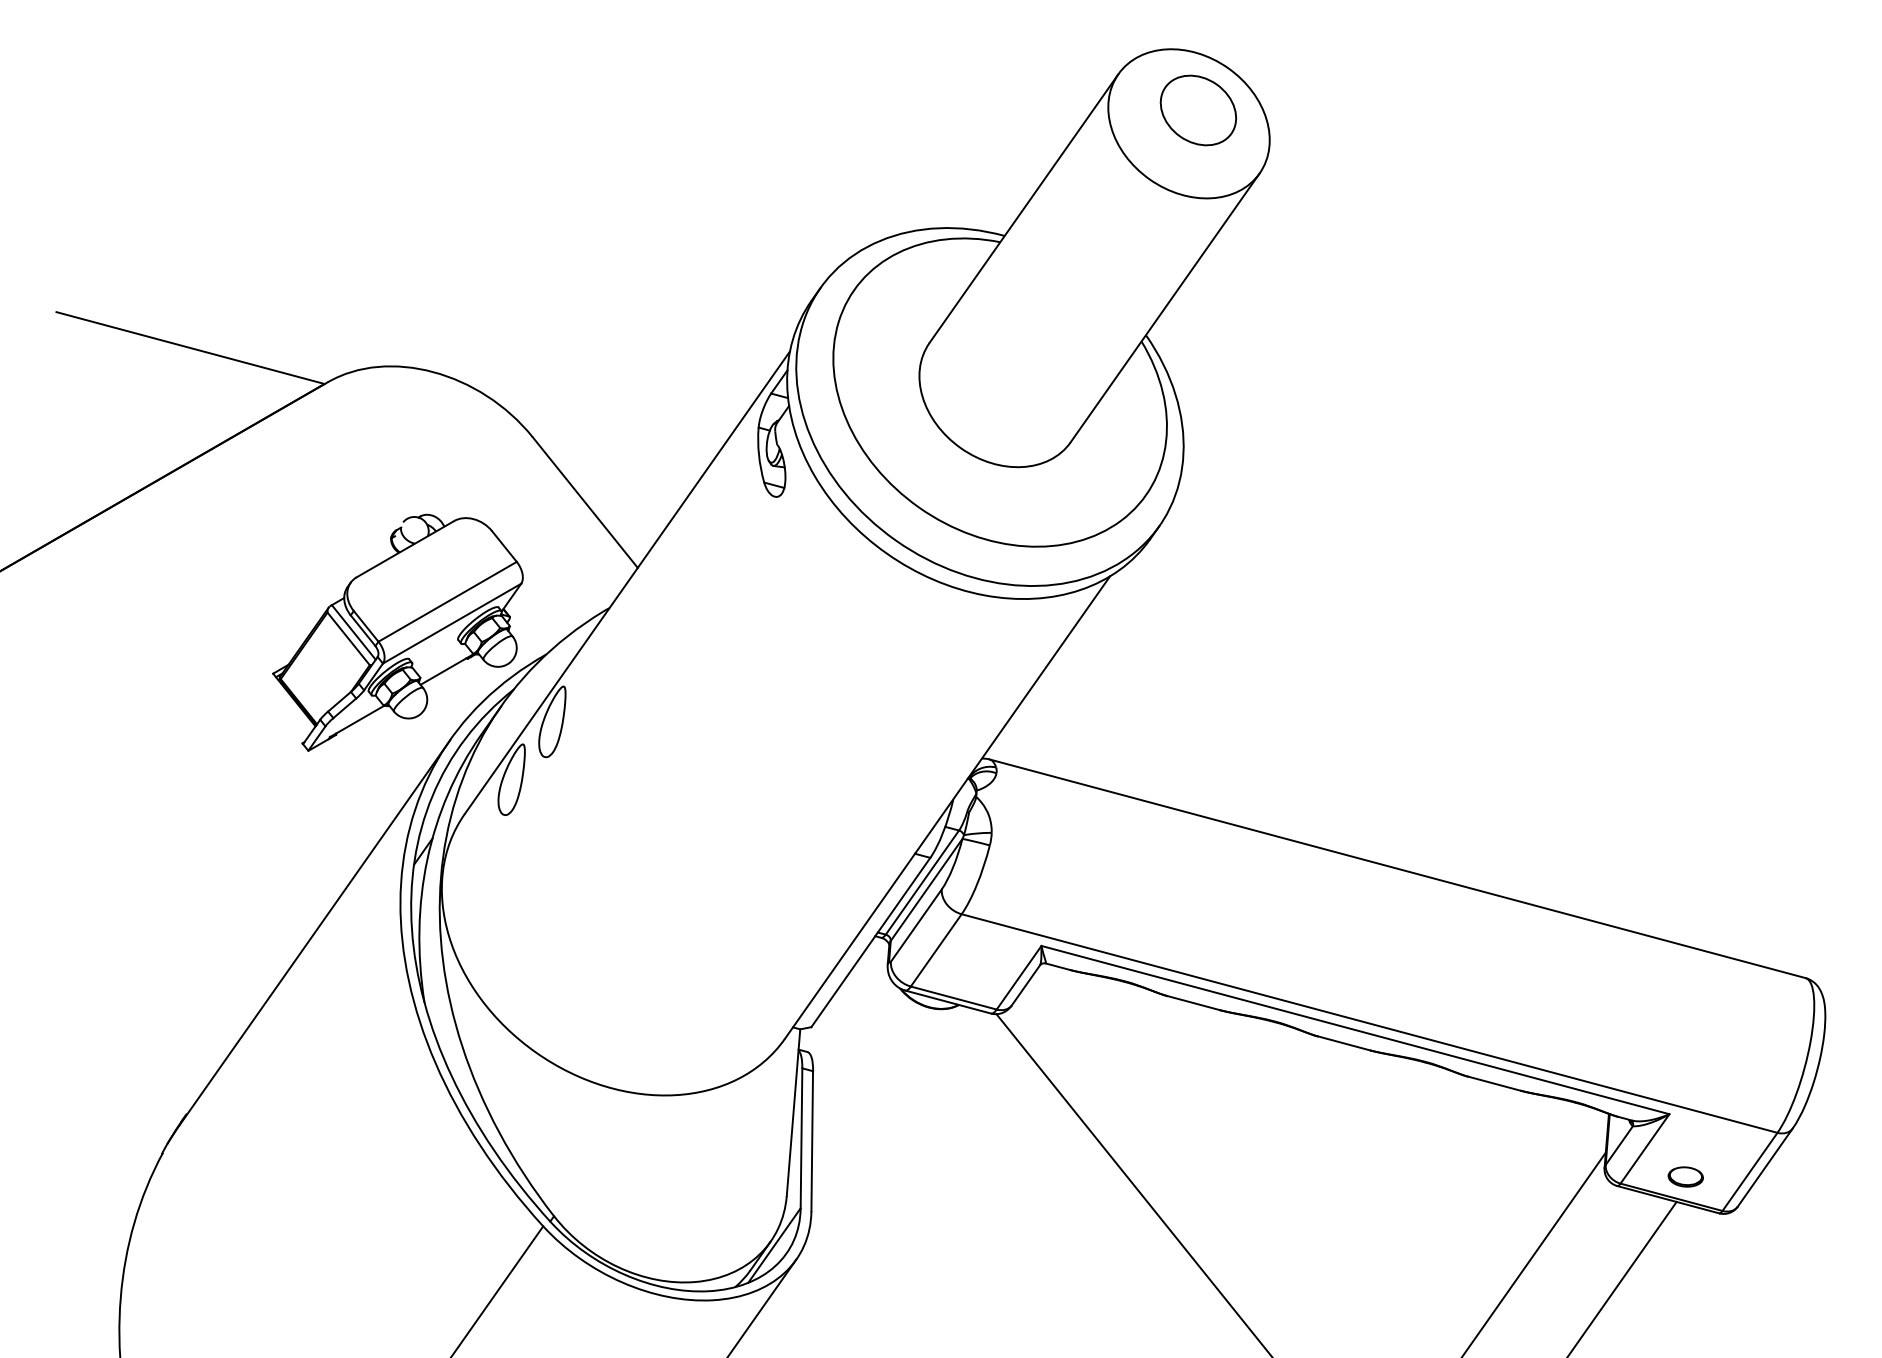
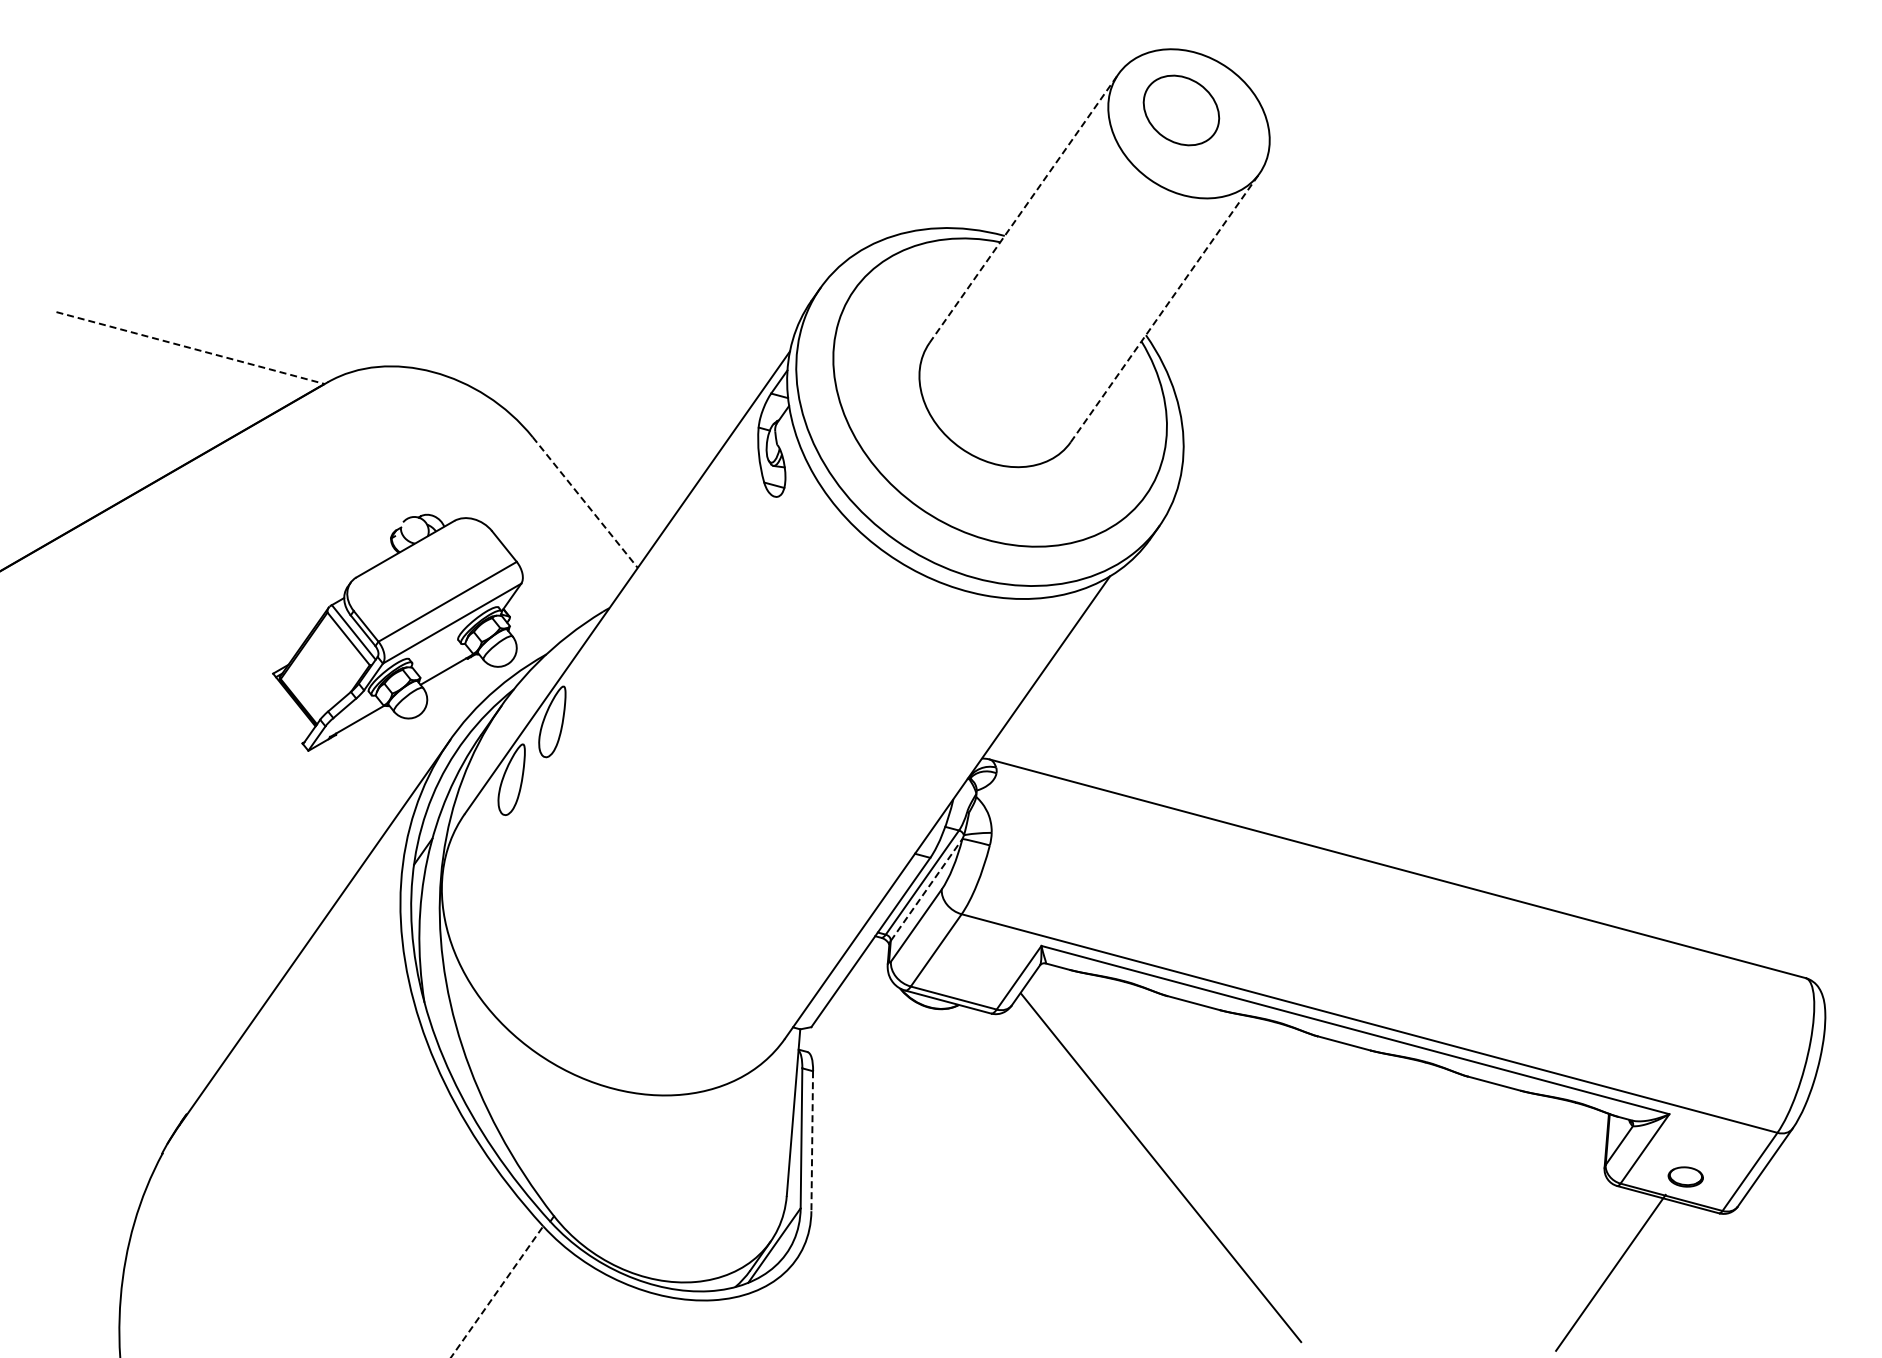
part at (1198, 110) position: (1198, 110) -> (1181, 110)
line at (1024, 208): solid -> dashed
line at (1165, 307): solid -> dashed
line at (190, 348): solid -> dashed
line at (585, 502): solid -> dashed
line at (926, 889): solid -> dashed
line at (812, 1141): solid -> dashed
line at (1132, 1184) position: (1132, 1184) -> (1161, 1168)
line at (1534, 1253): present -> none
line at (1622, 1277) position: (1622, 1277) -> (1610, 1272)
line at (497, 1291): solid -> dashed
line at (762, 1306): present -> none
